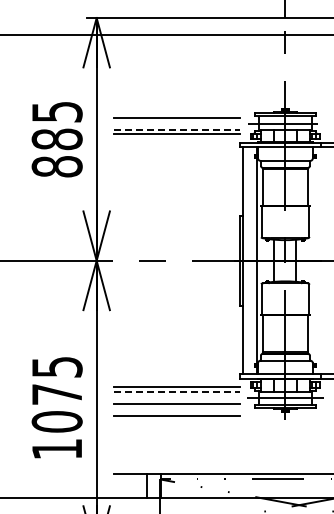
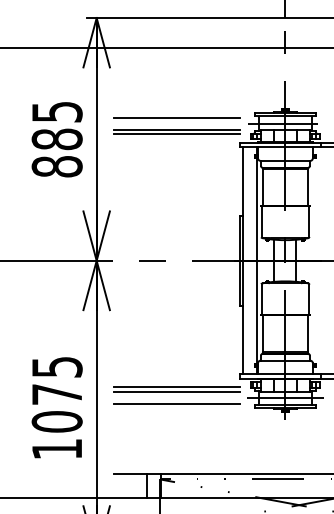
line at (166, 34) position: (166, 34) -> (166, 47)
line at (177, 129): dashed -> solid
line at (177, 391): dashed -> solid
line at (176, 415): present -> none
